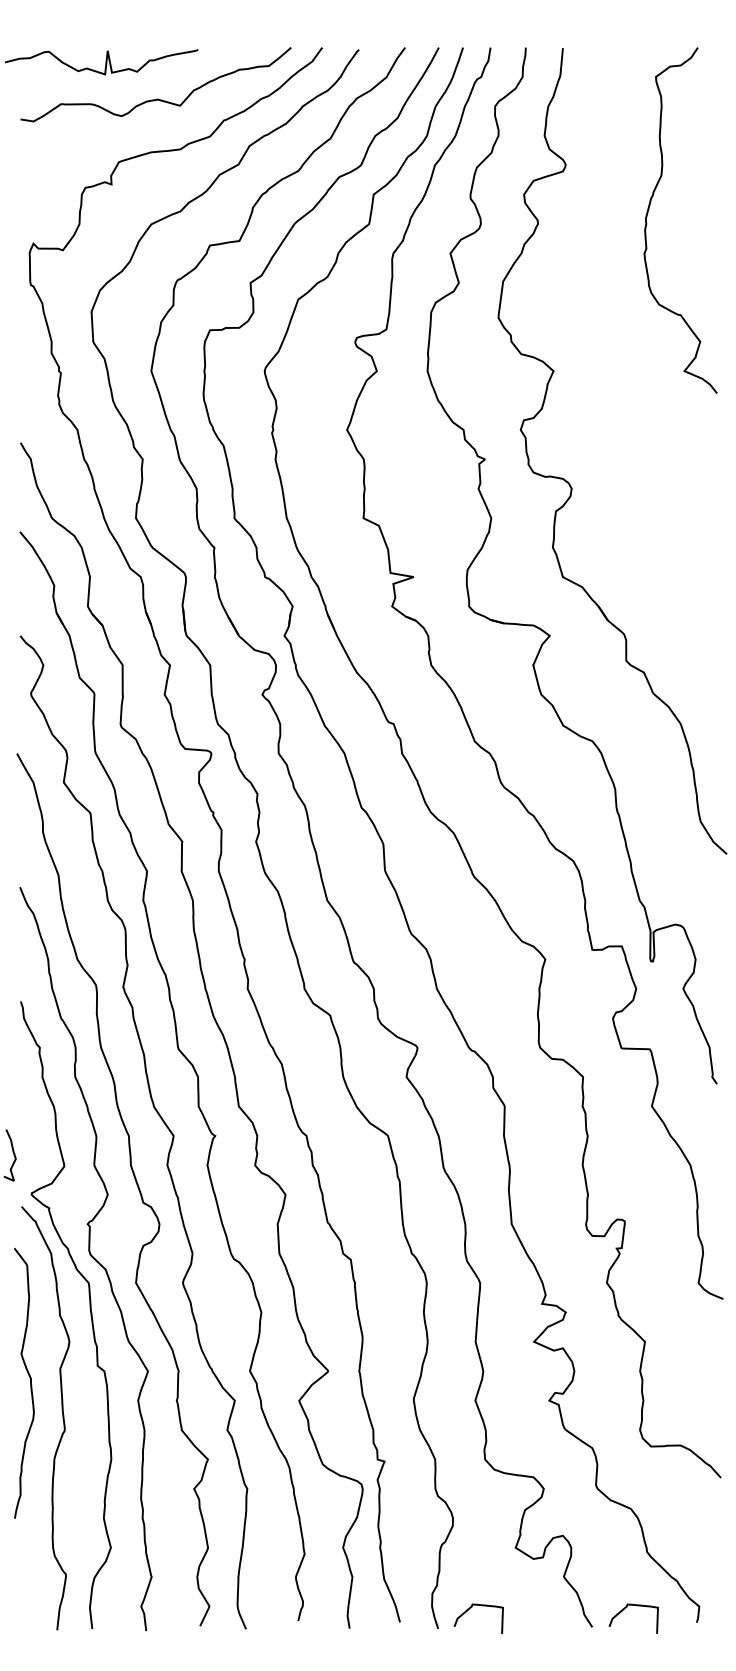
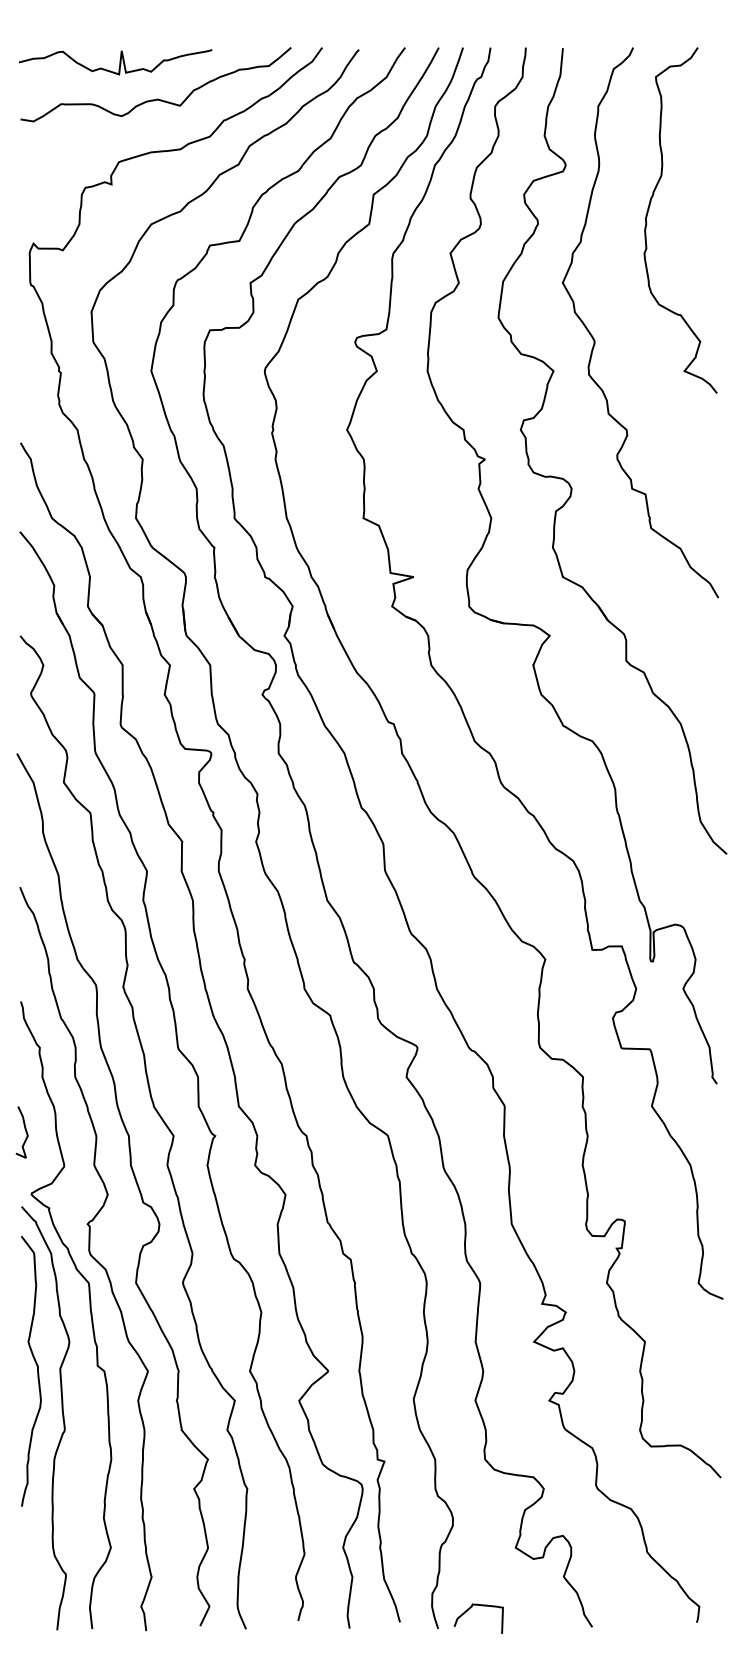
curve at (105, 62) position: (105, 62) -> (119, 62)
curve at (595, 340): none -> present
curve at (13, 1155) position: (13, 1155) -> (25, 1132)
curve at (30, 1383) position: (30, 1383) -> (37, 1371)
curve at (636, 1606): present -> none
